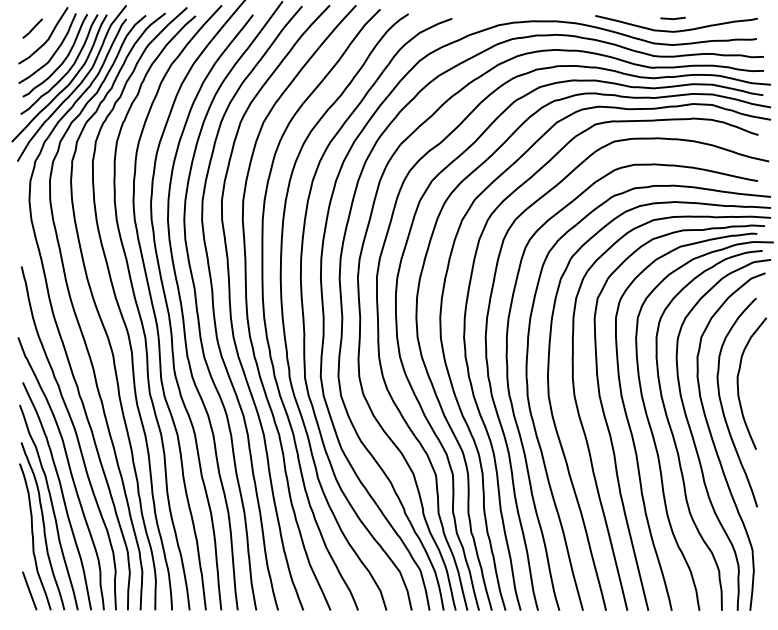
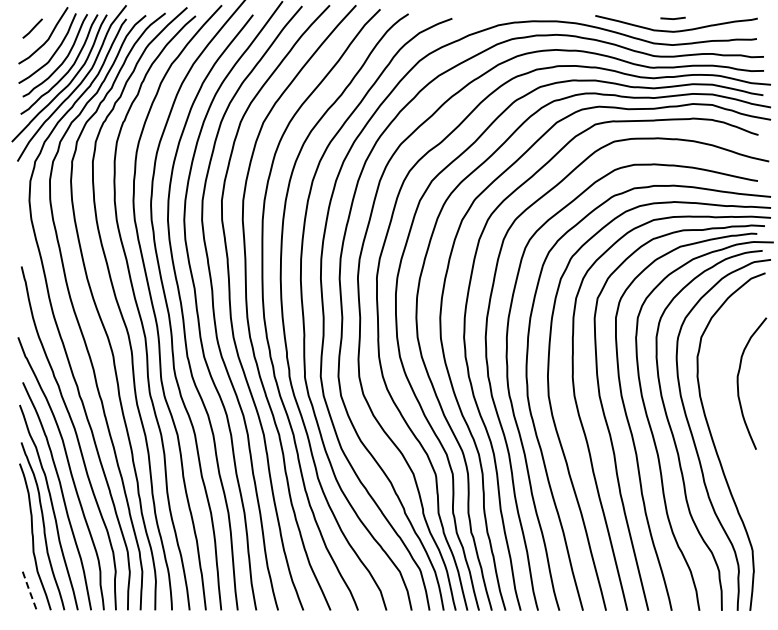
curve at (722, 404): present -> none
line at (29, 590): solid -> dashed
